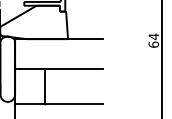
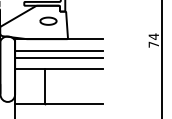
part at (48, 20): none -> present
text at (153, 44): 64 -> 74
line at (59, 50): none -> present
line at (59, 57): none -> present
